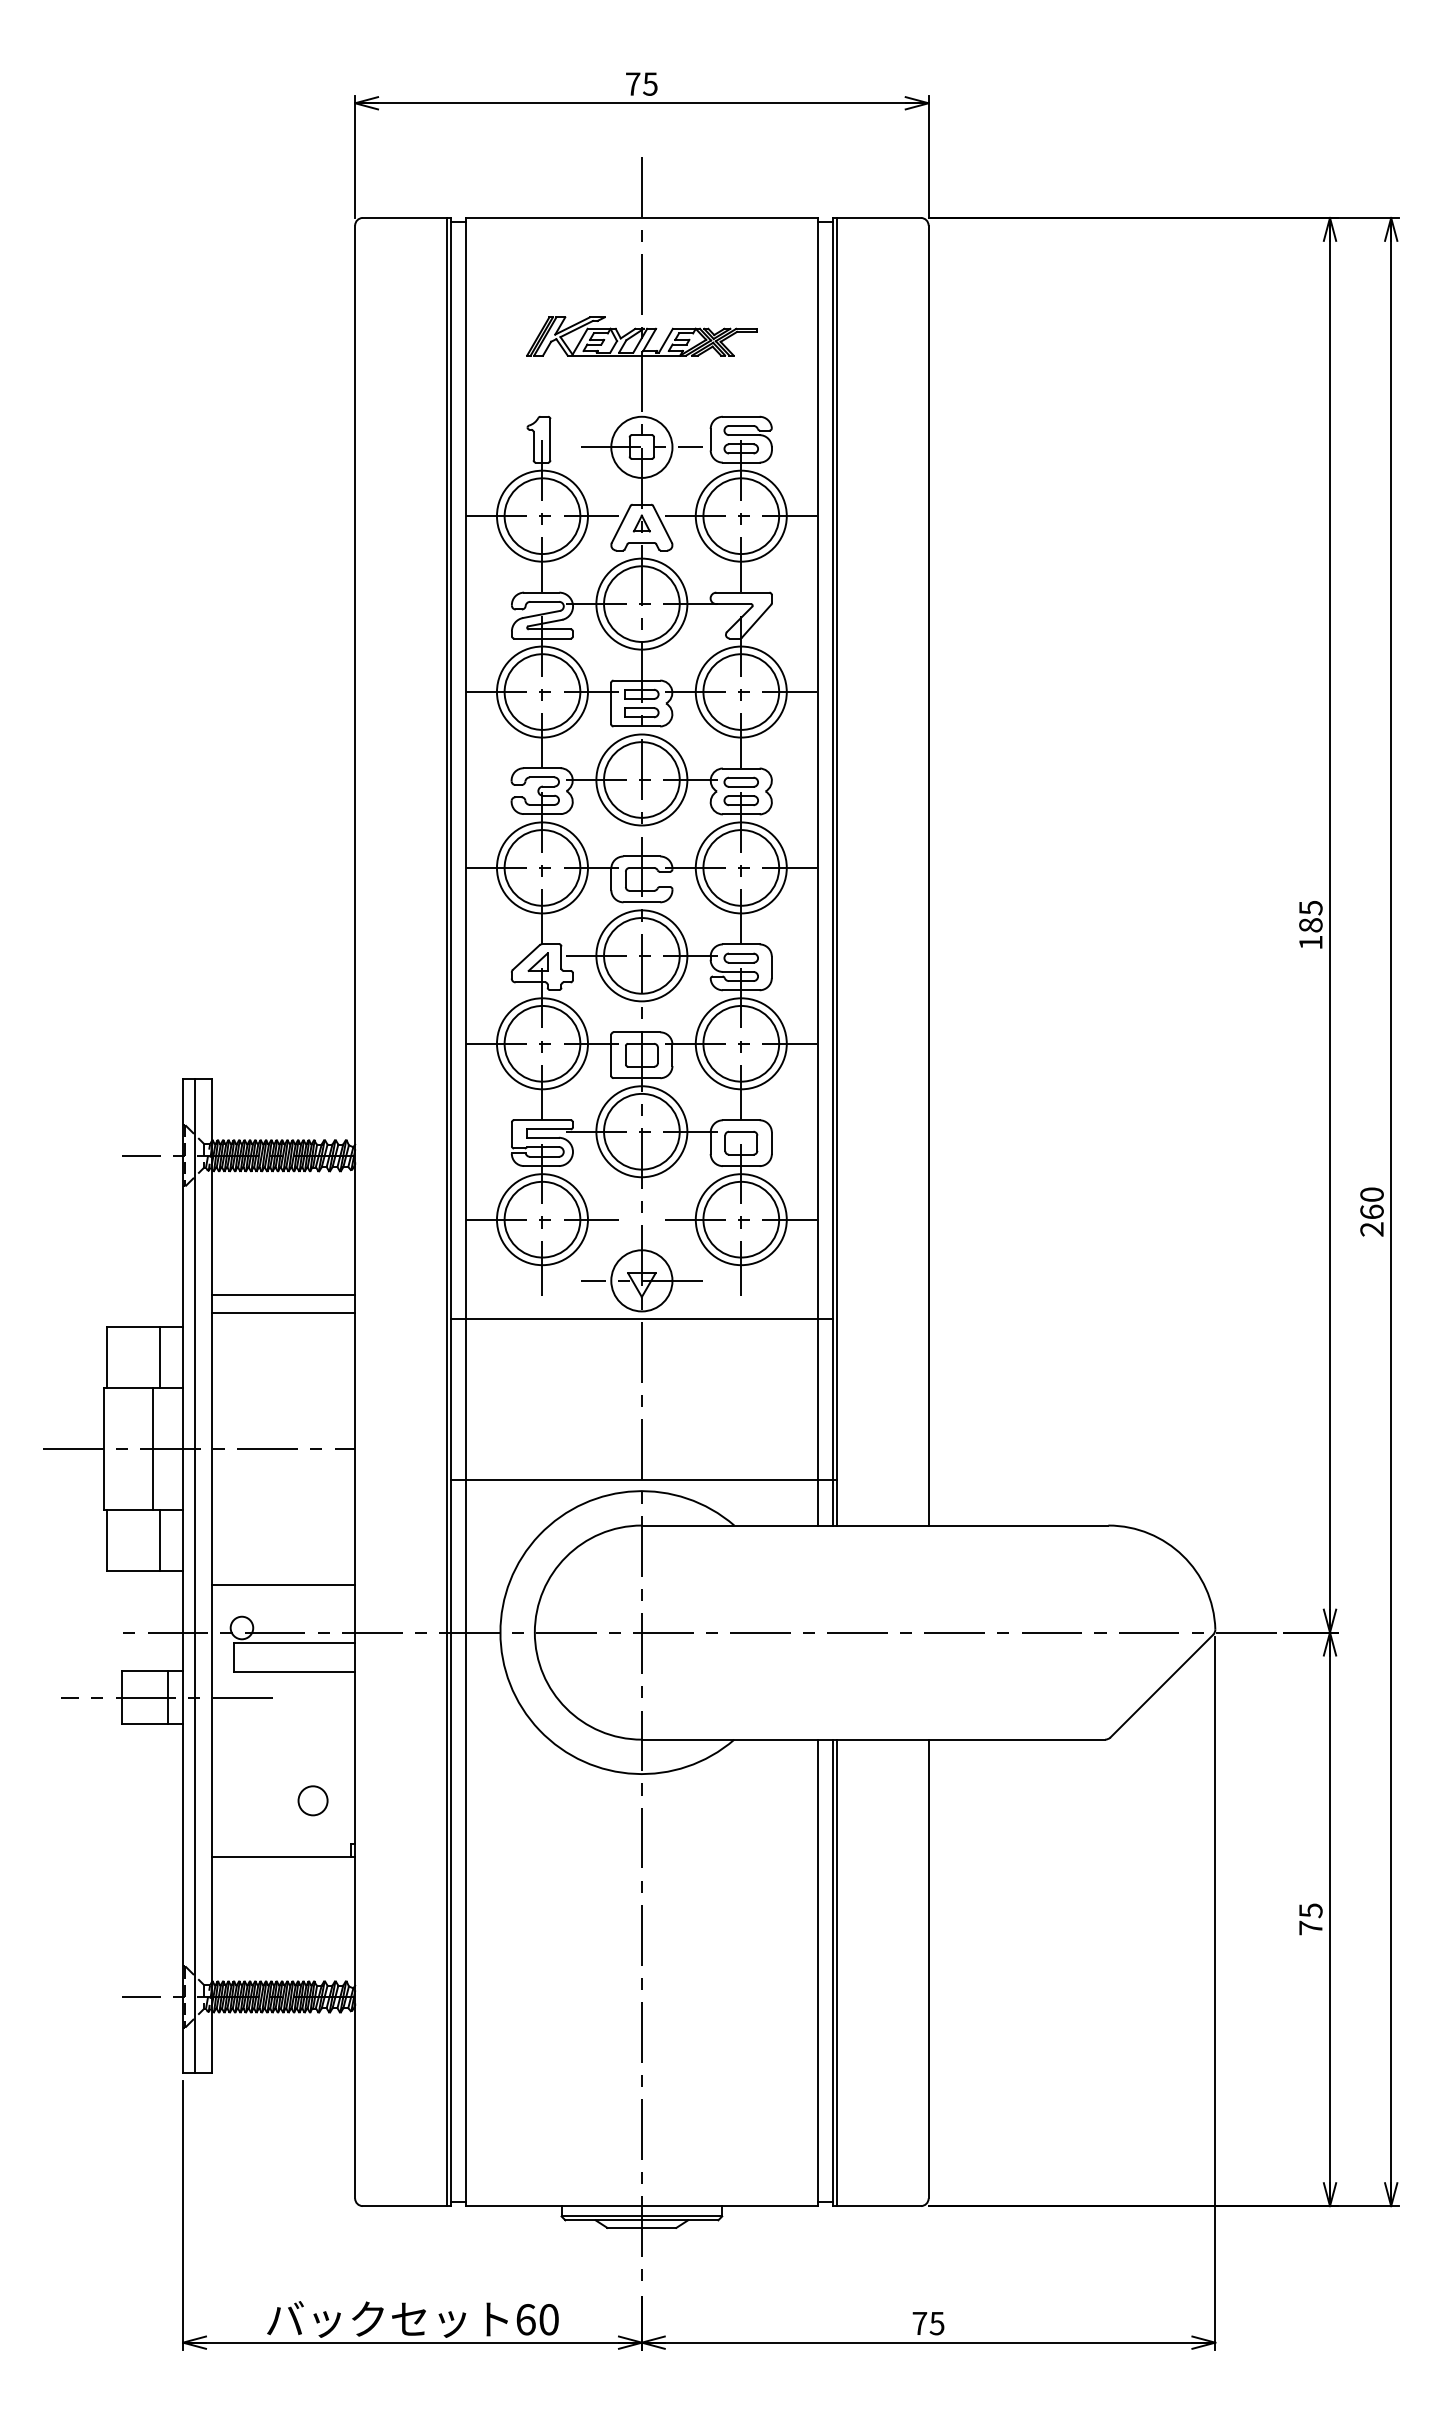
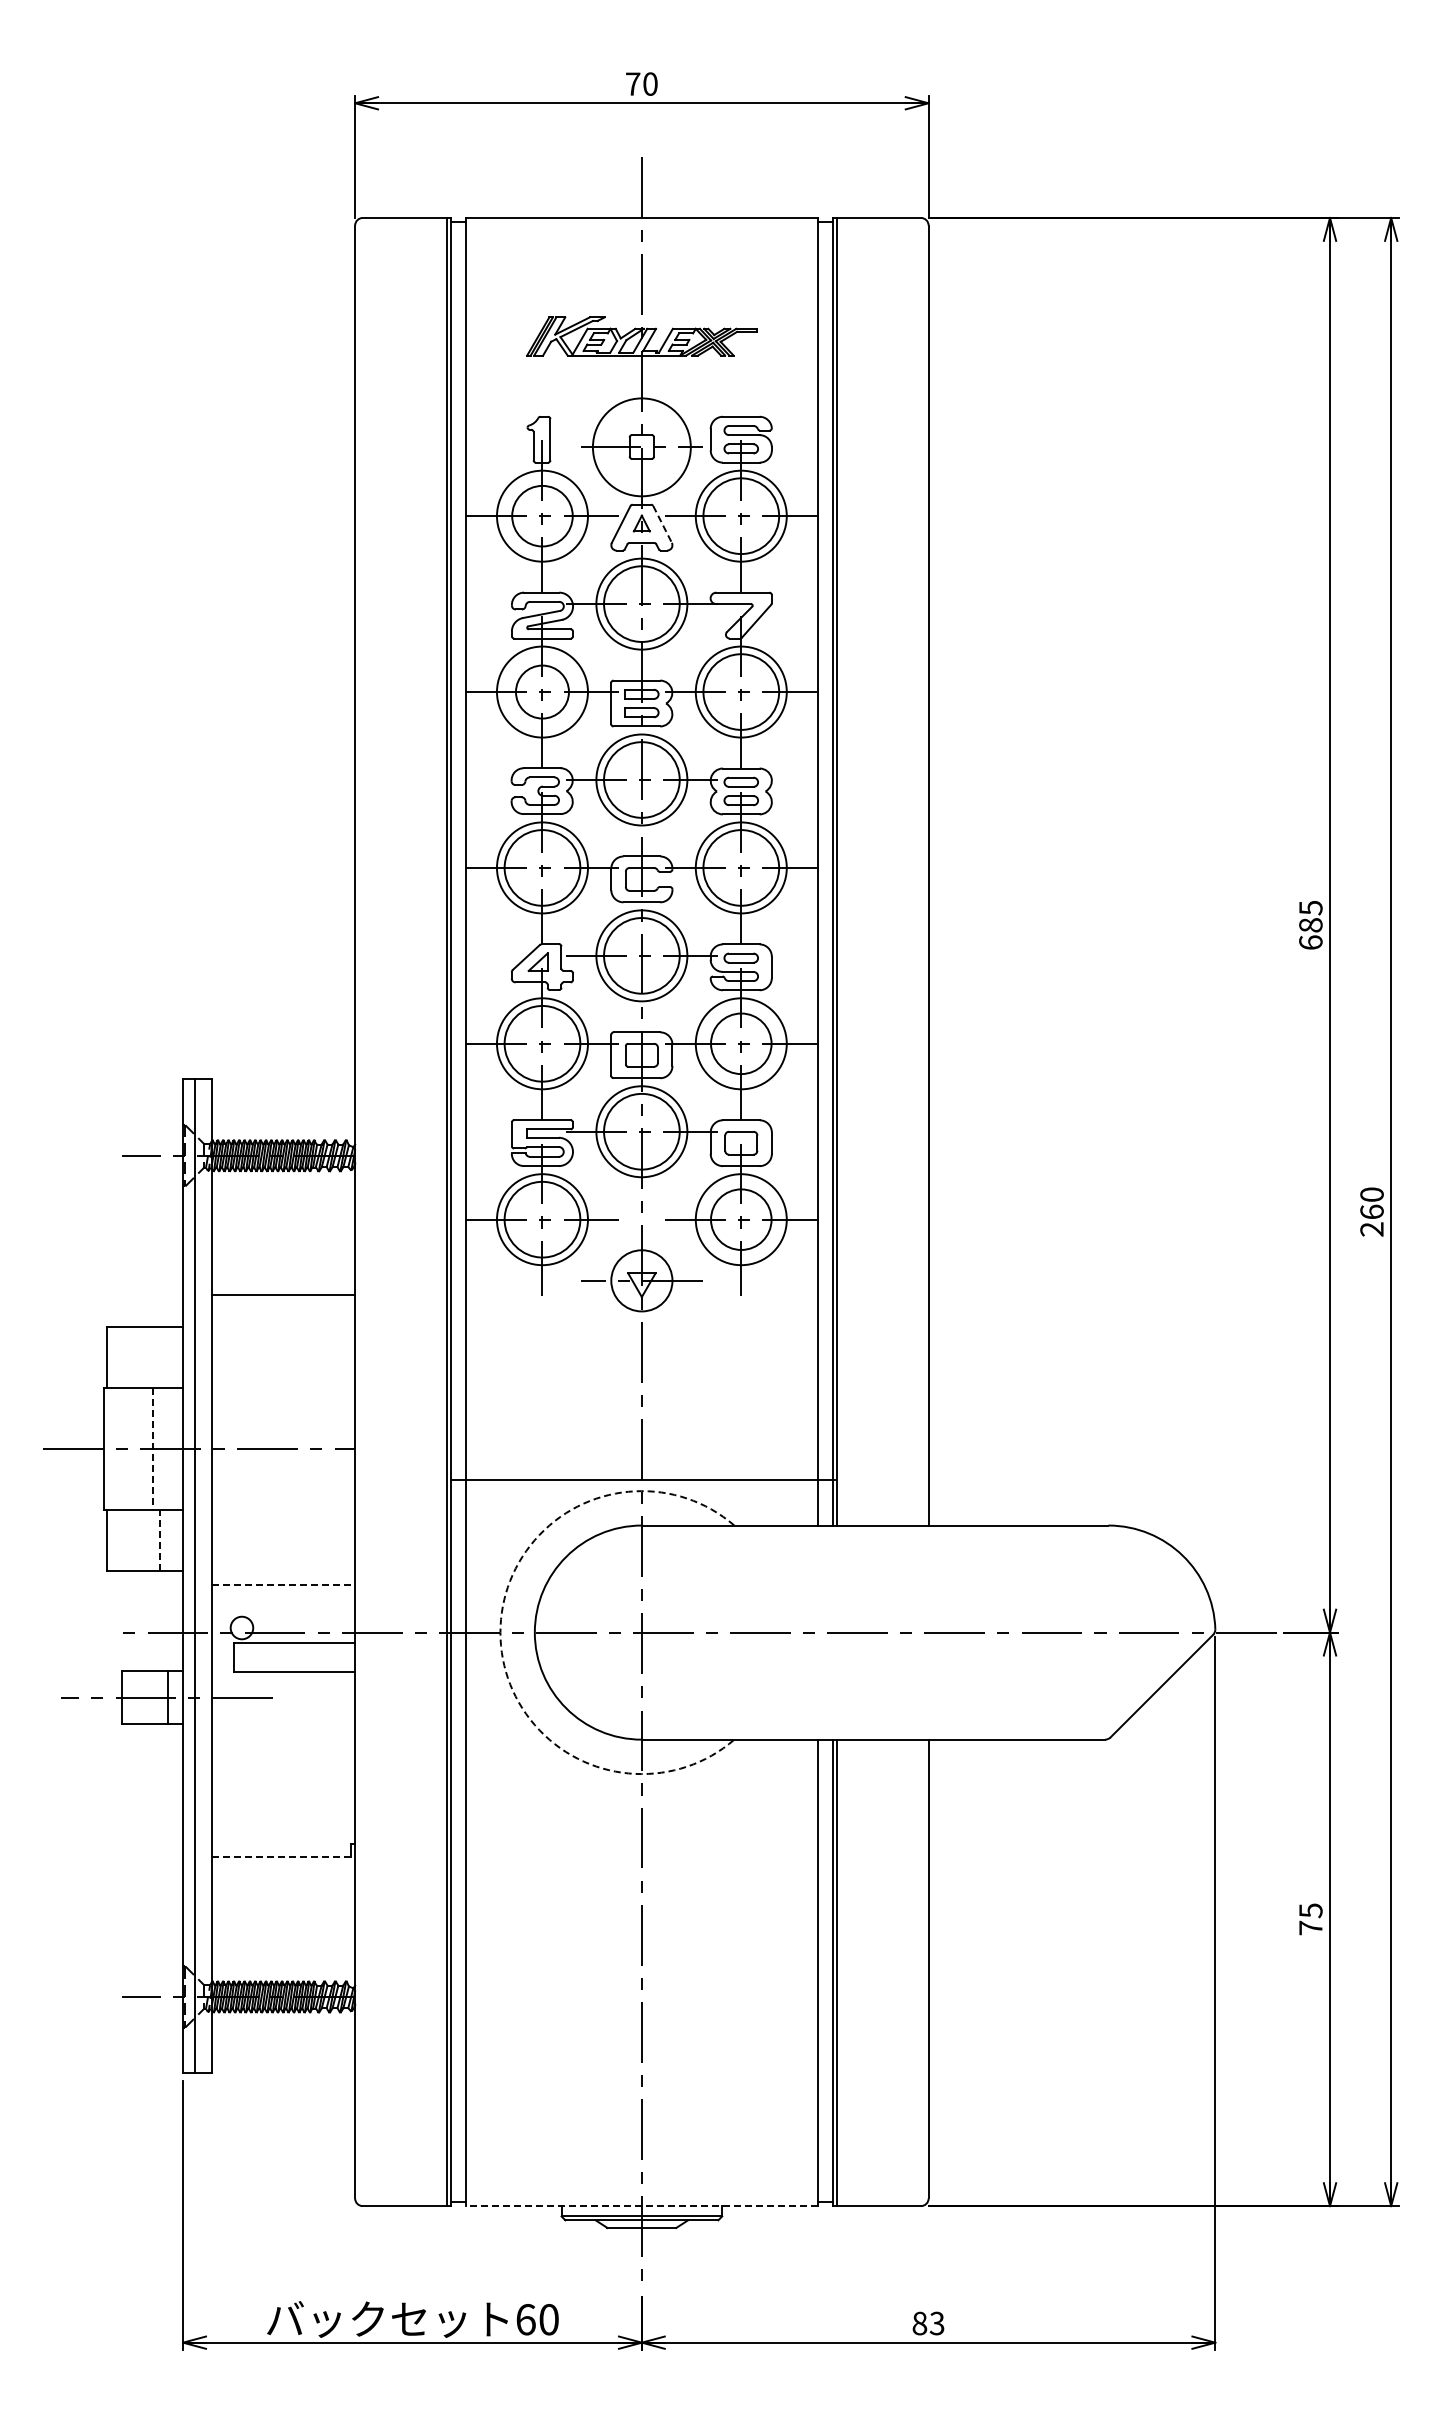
text at (650, 83): 75 -> 70
circle at (641, 446) diameter: 61 px -> 98 px
circle at (542, 516) diameter: 76 px -> 61 px
line at (662, 524): solid -> dashed
circle at (542, 691) diameter: 76 px -> 53 px
text at (1310, 942): 185 -> 685
circle at (741, 1043) diameter: 76 px -> 61 px
circle at (741, 1219) diameter: 76 px -> 61 px
line at (283, 1312): present -> none
line at (641, 1319): present -> none
line at (160, 1356): present -> none
line at (153, 1449): solid -> dashed
line at (160, 1540): solid -> dashed
line at (284, 1585): solid -> dashed
arc at (500, 1632): solid -> dashed
circle at (312, 1800): present -> none
line at (284, 1857): solid -> dashed
line at (641, 2206): solid -> dashed
text at (928, 2323): 75 -> 83
